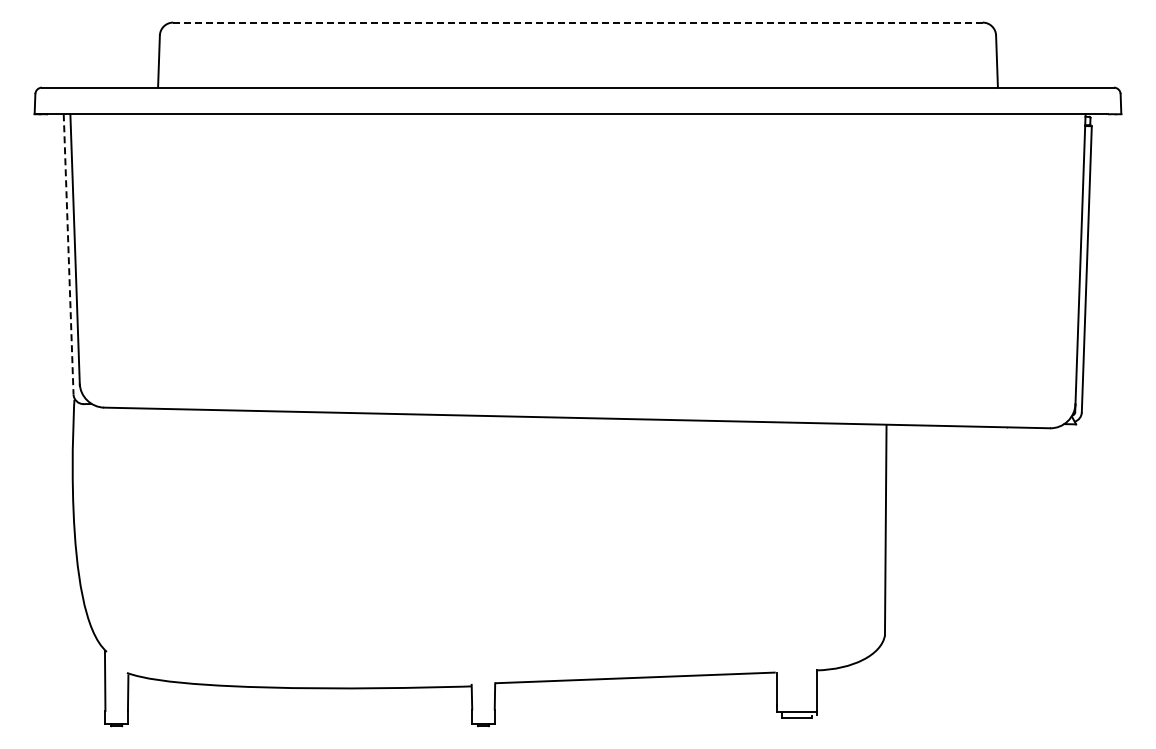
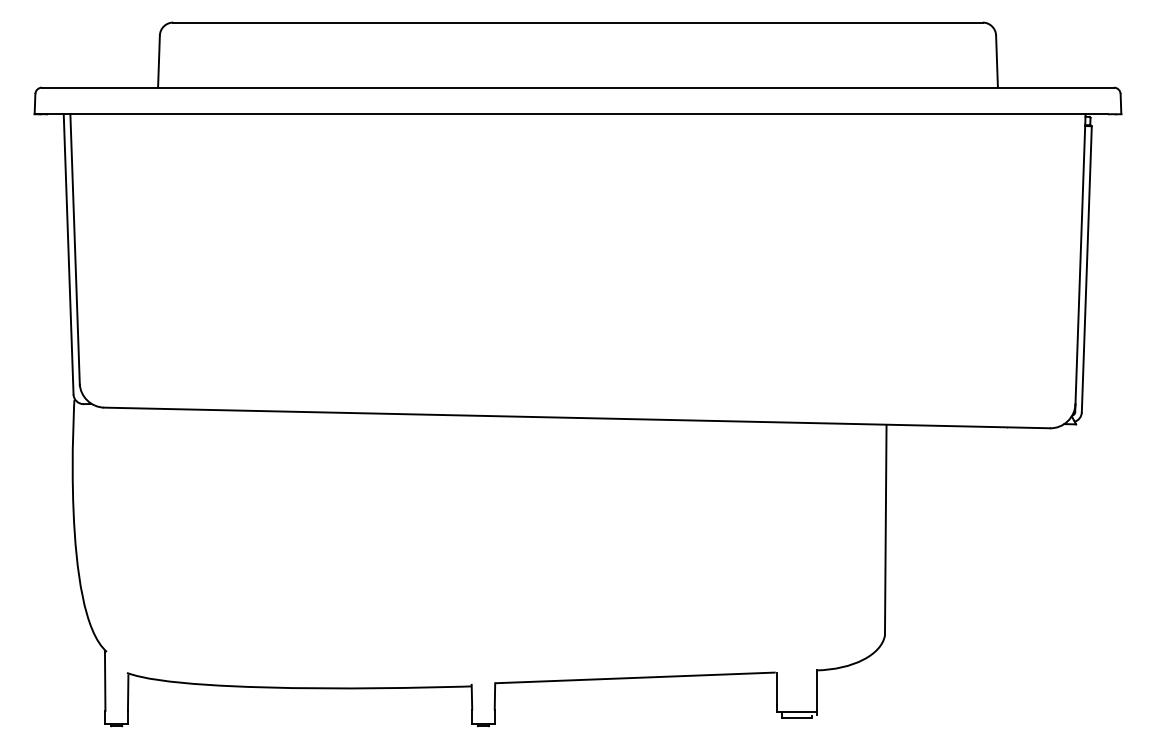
line at (577, 22): dashed -> solid
line at (68, 254): dashed -> solid
